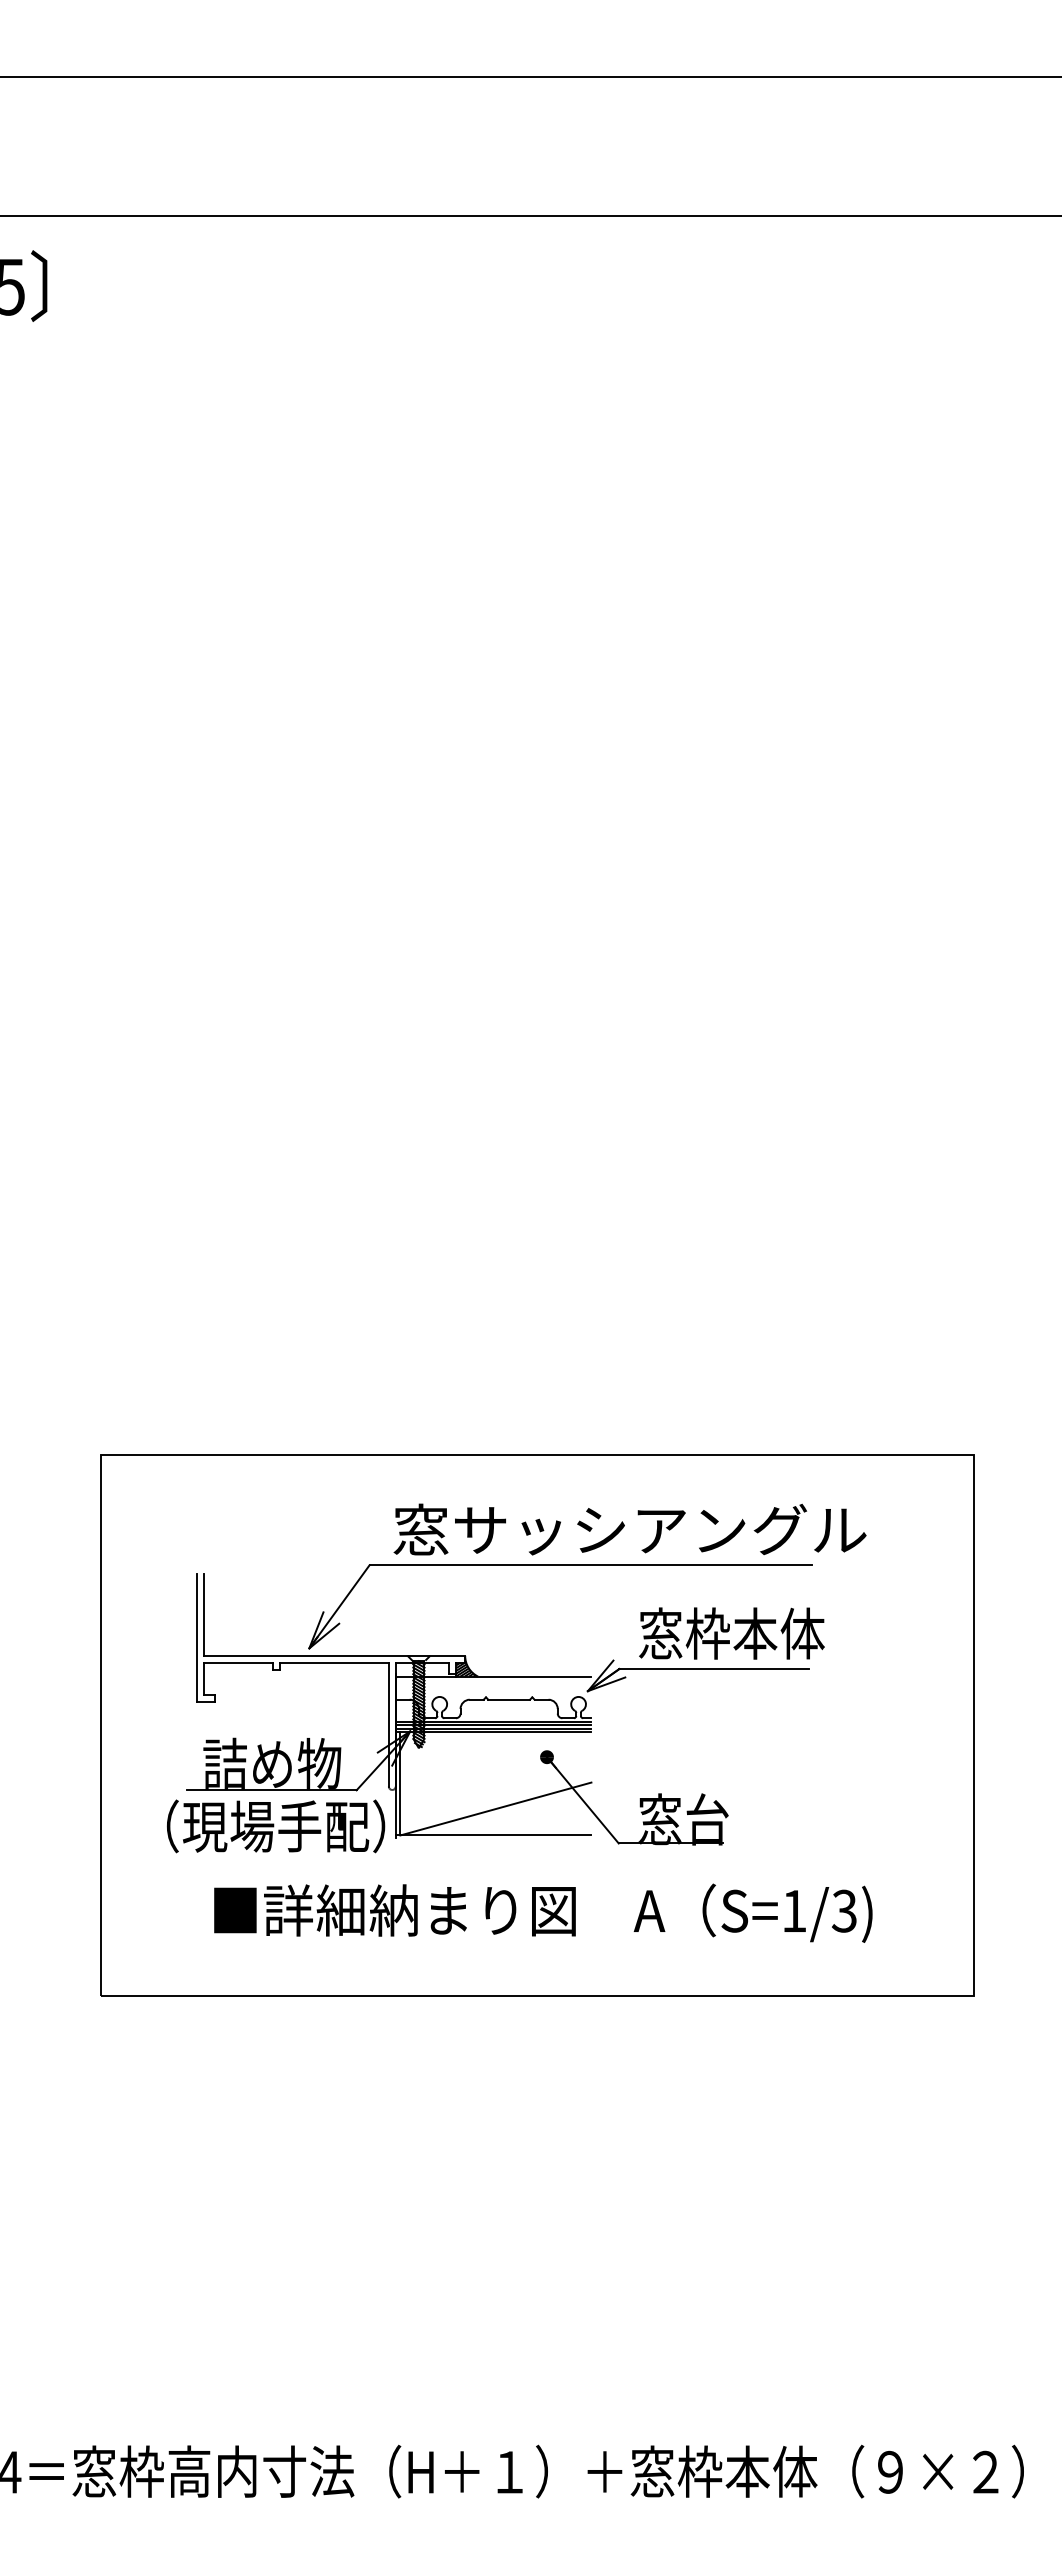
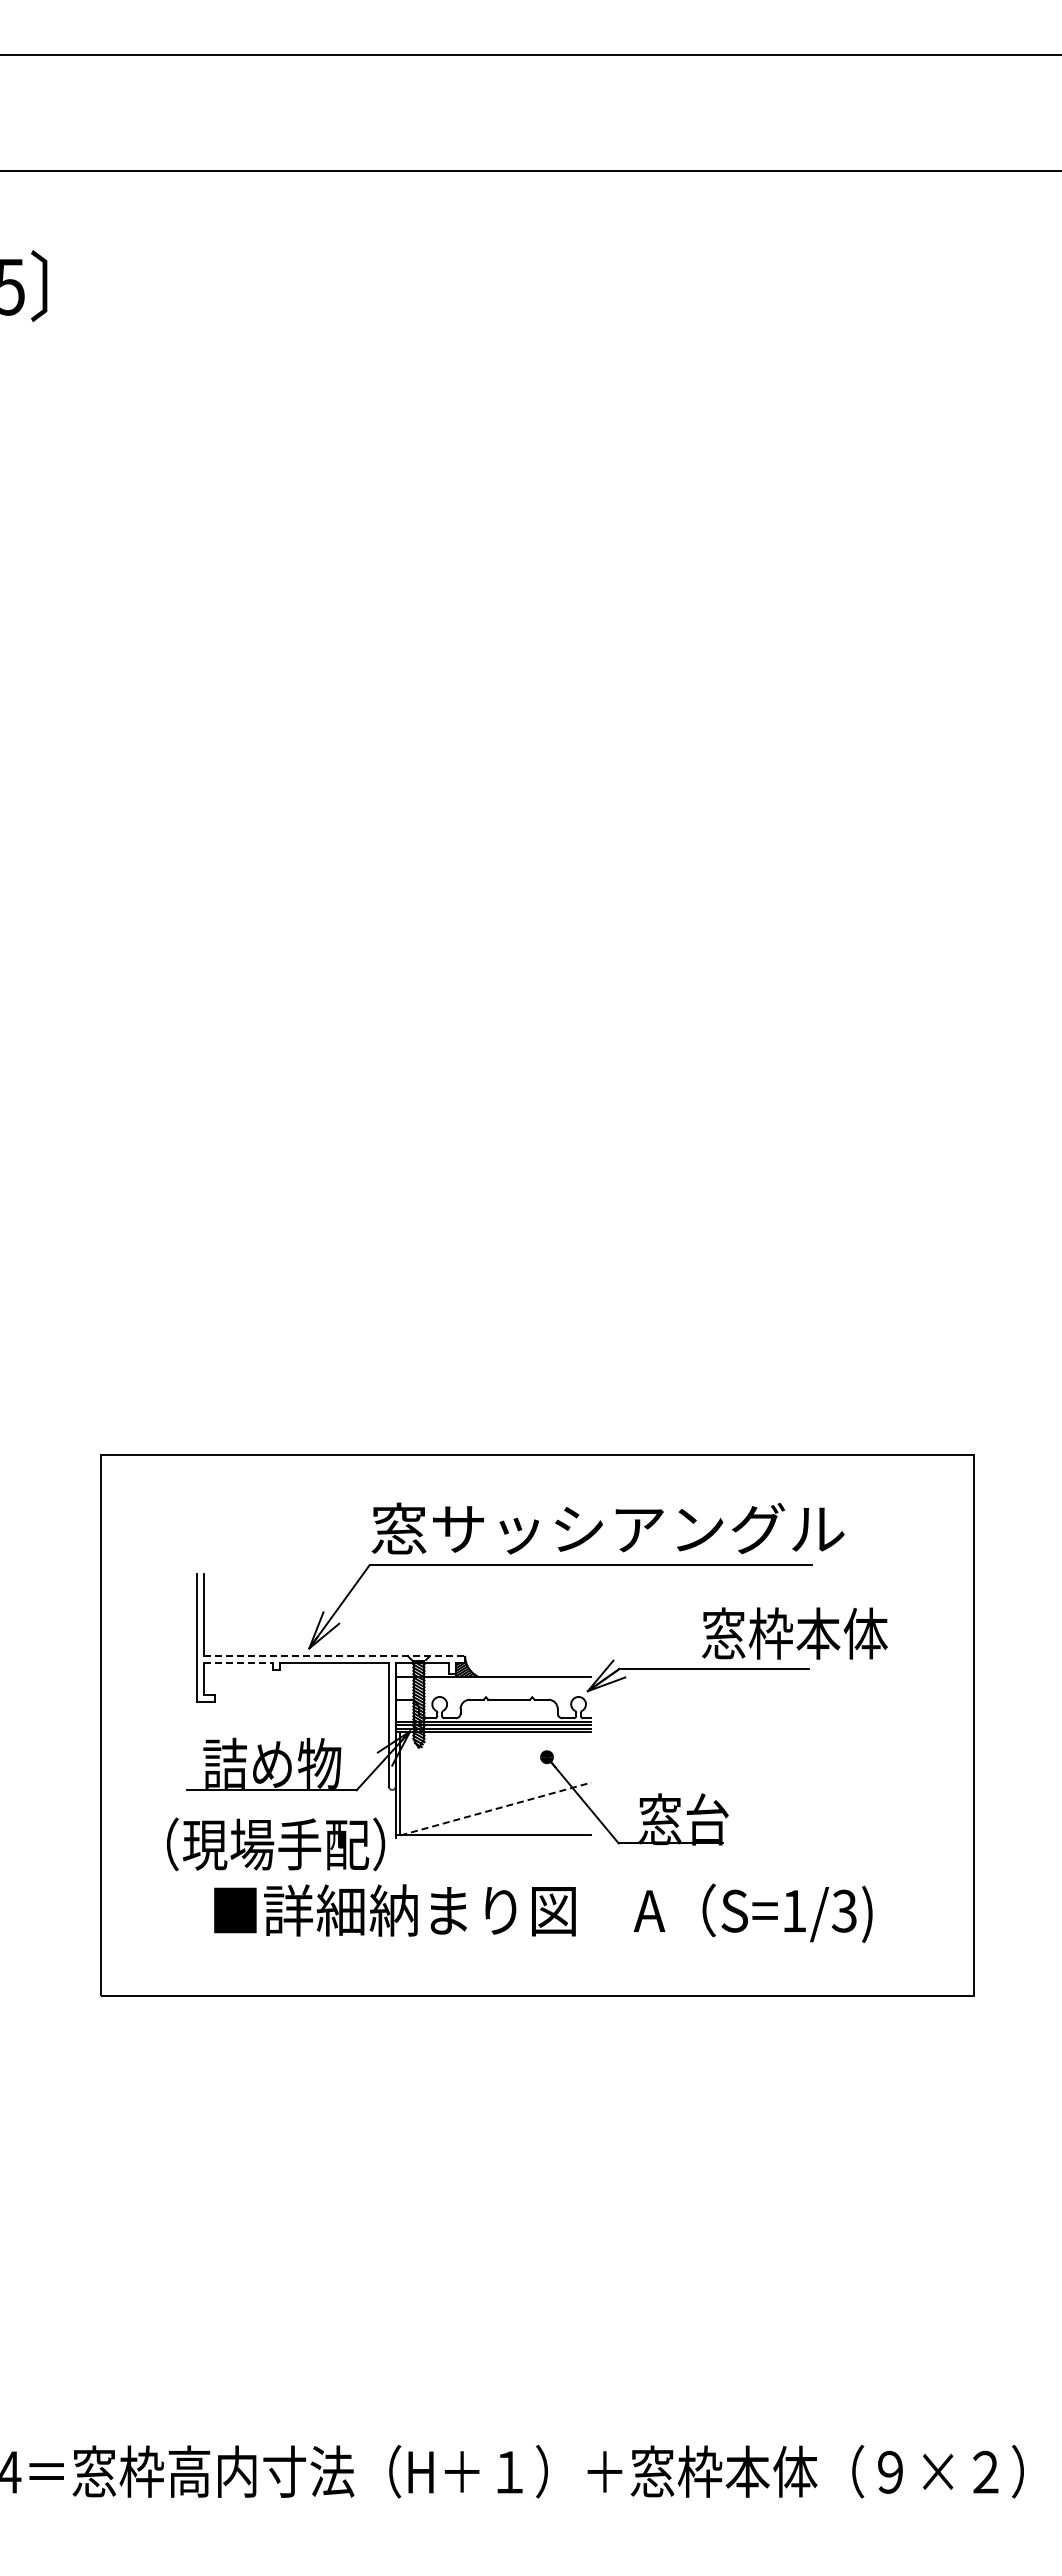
line at (530, 77) position: (530, 77) -> (530, 55)
line at (530, 216) position: (530, 216) -> (530, 171)
text at (629, 1529) position: (629, 1529) -> (607, 1528)
text at (731, 1633) position: (731, 1633) -> (794, 1633)
line at (334, 1655): solid -> dashed
line at (238, 1662): solid -> dashed
line at (496, 1808): solid -> dashed
text at (276, 1826) position: (276, 1826) -> (276, 1844)
